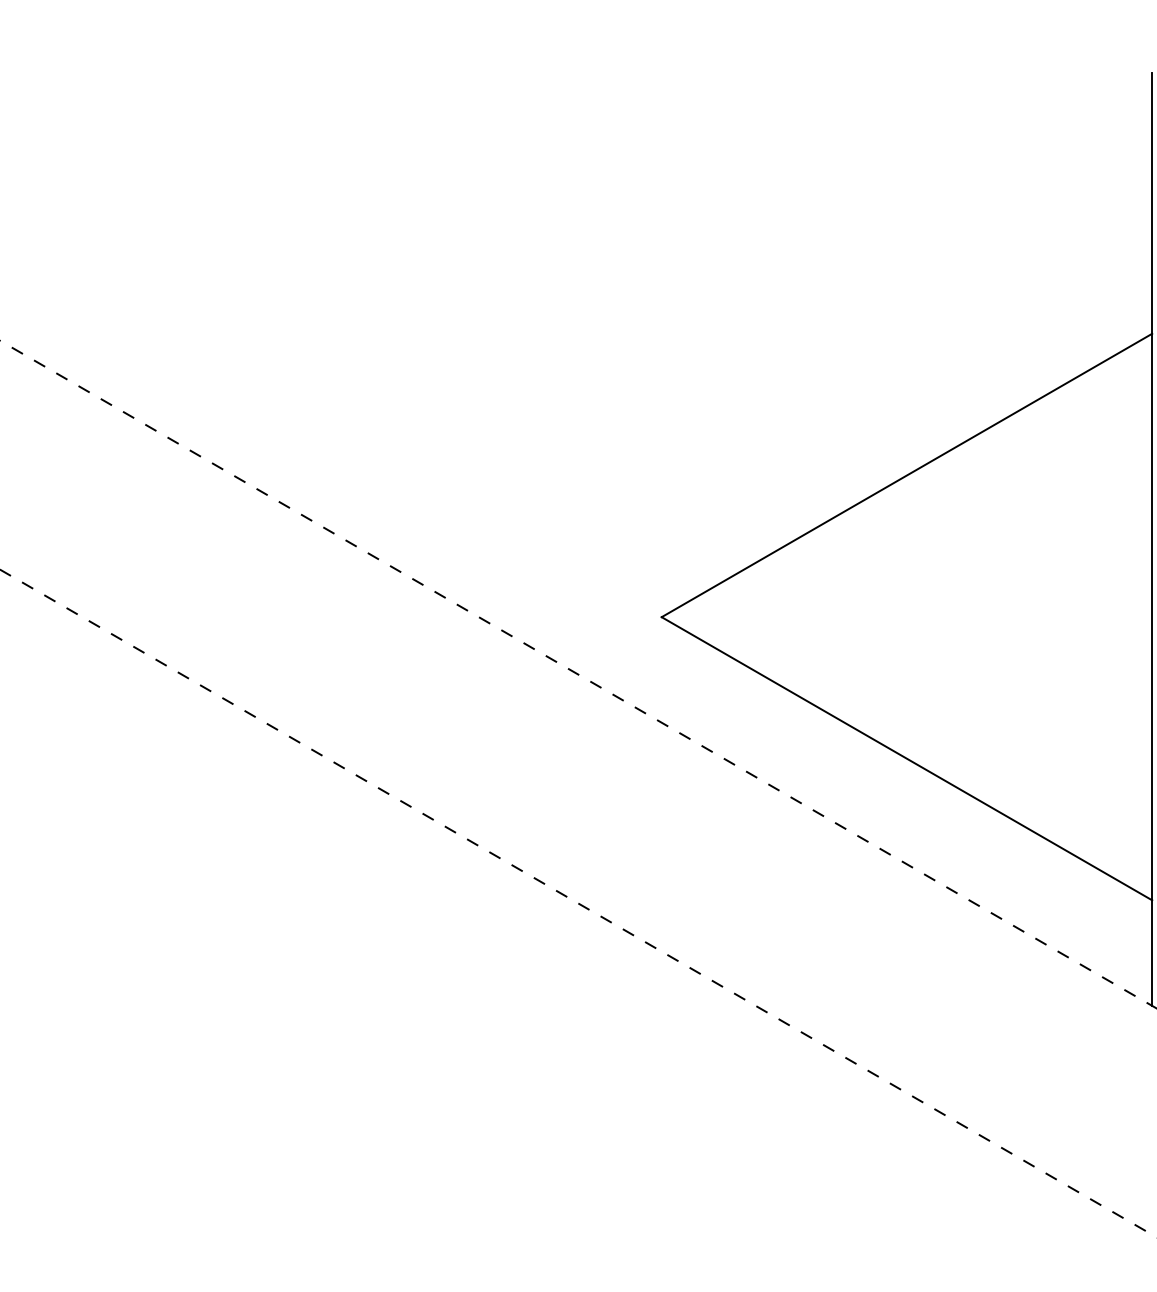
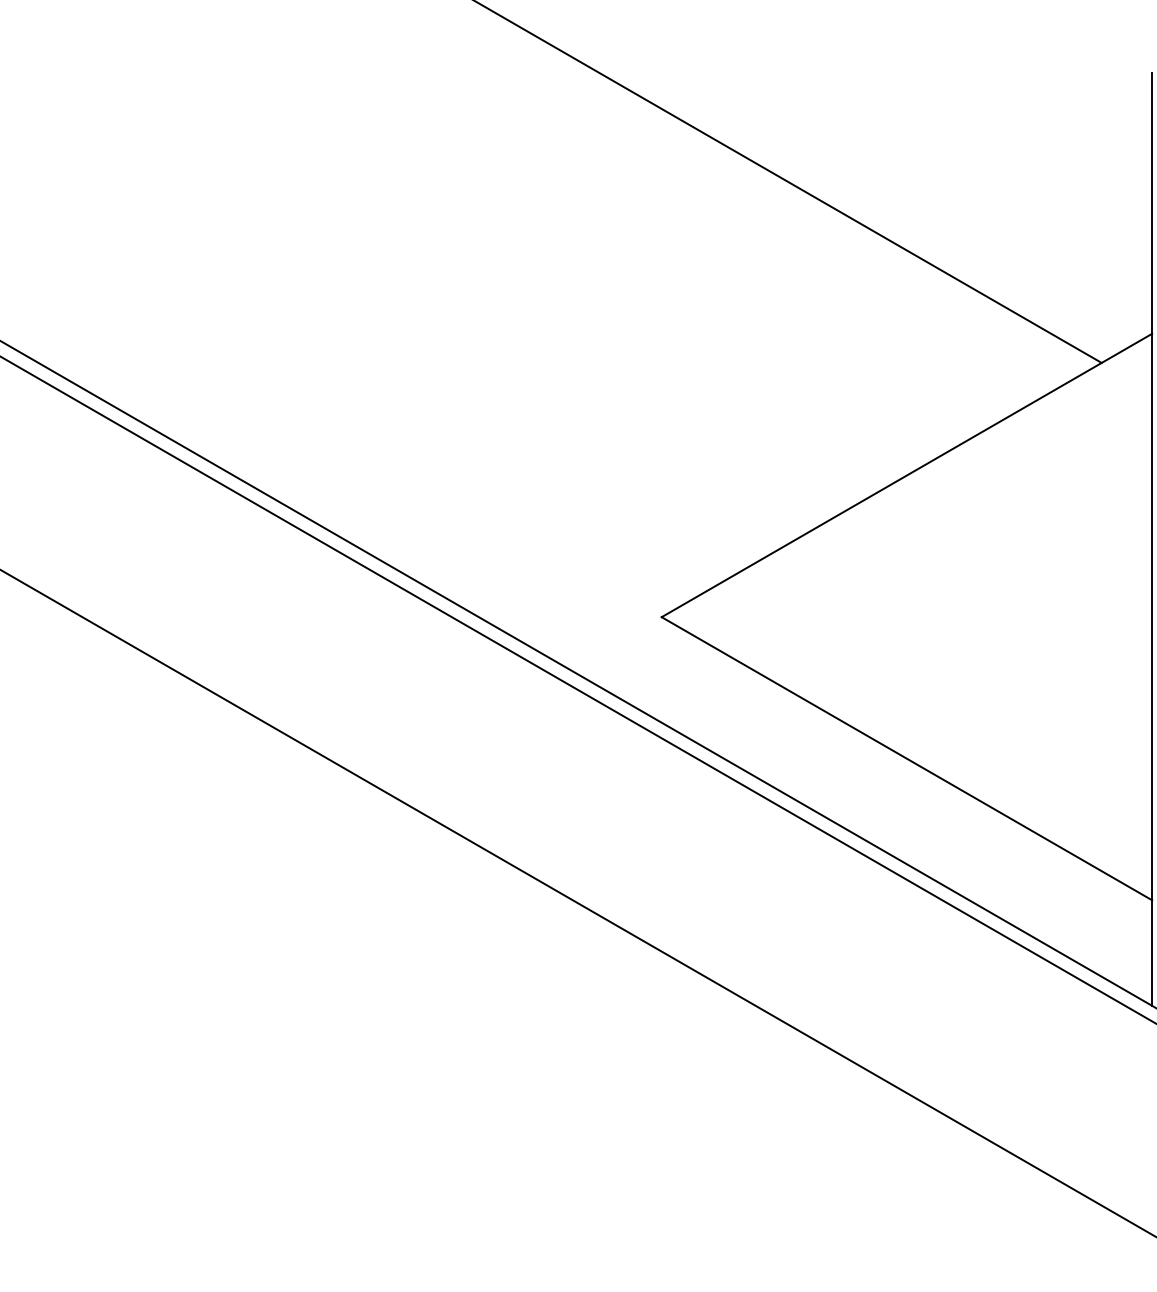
line at (788, 182): none -> present
line at (578, 674): dashed -> solid
line at (577, 689): none -> present
line at (578, 903): dashed -> solid
